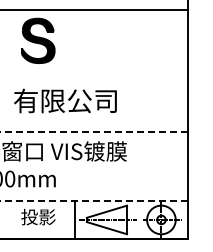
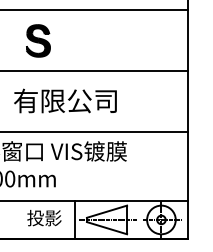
part at (38, 40) size: 35x47 px -> 25x34 px
line at (94, 70): none -> present
line at (94, 132): dashed -> solid
line at (94, 200): dashed -> solid
text at (38, 217) position: (38, 217) -> (44, 218)
